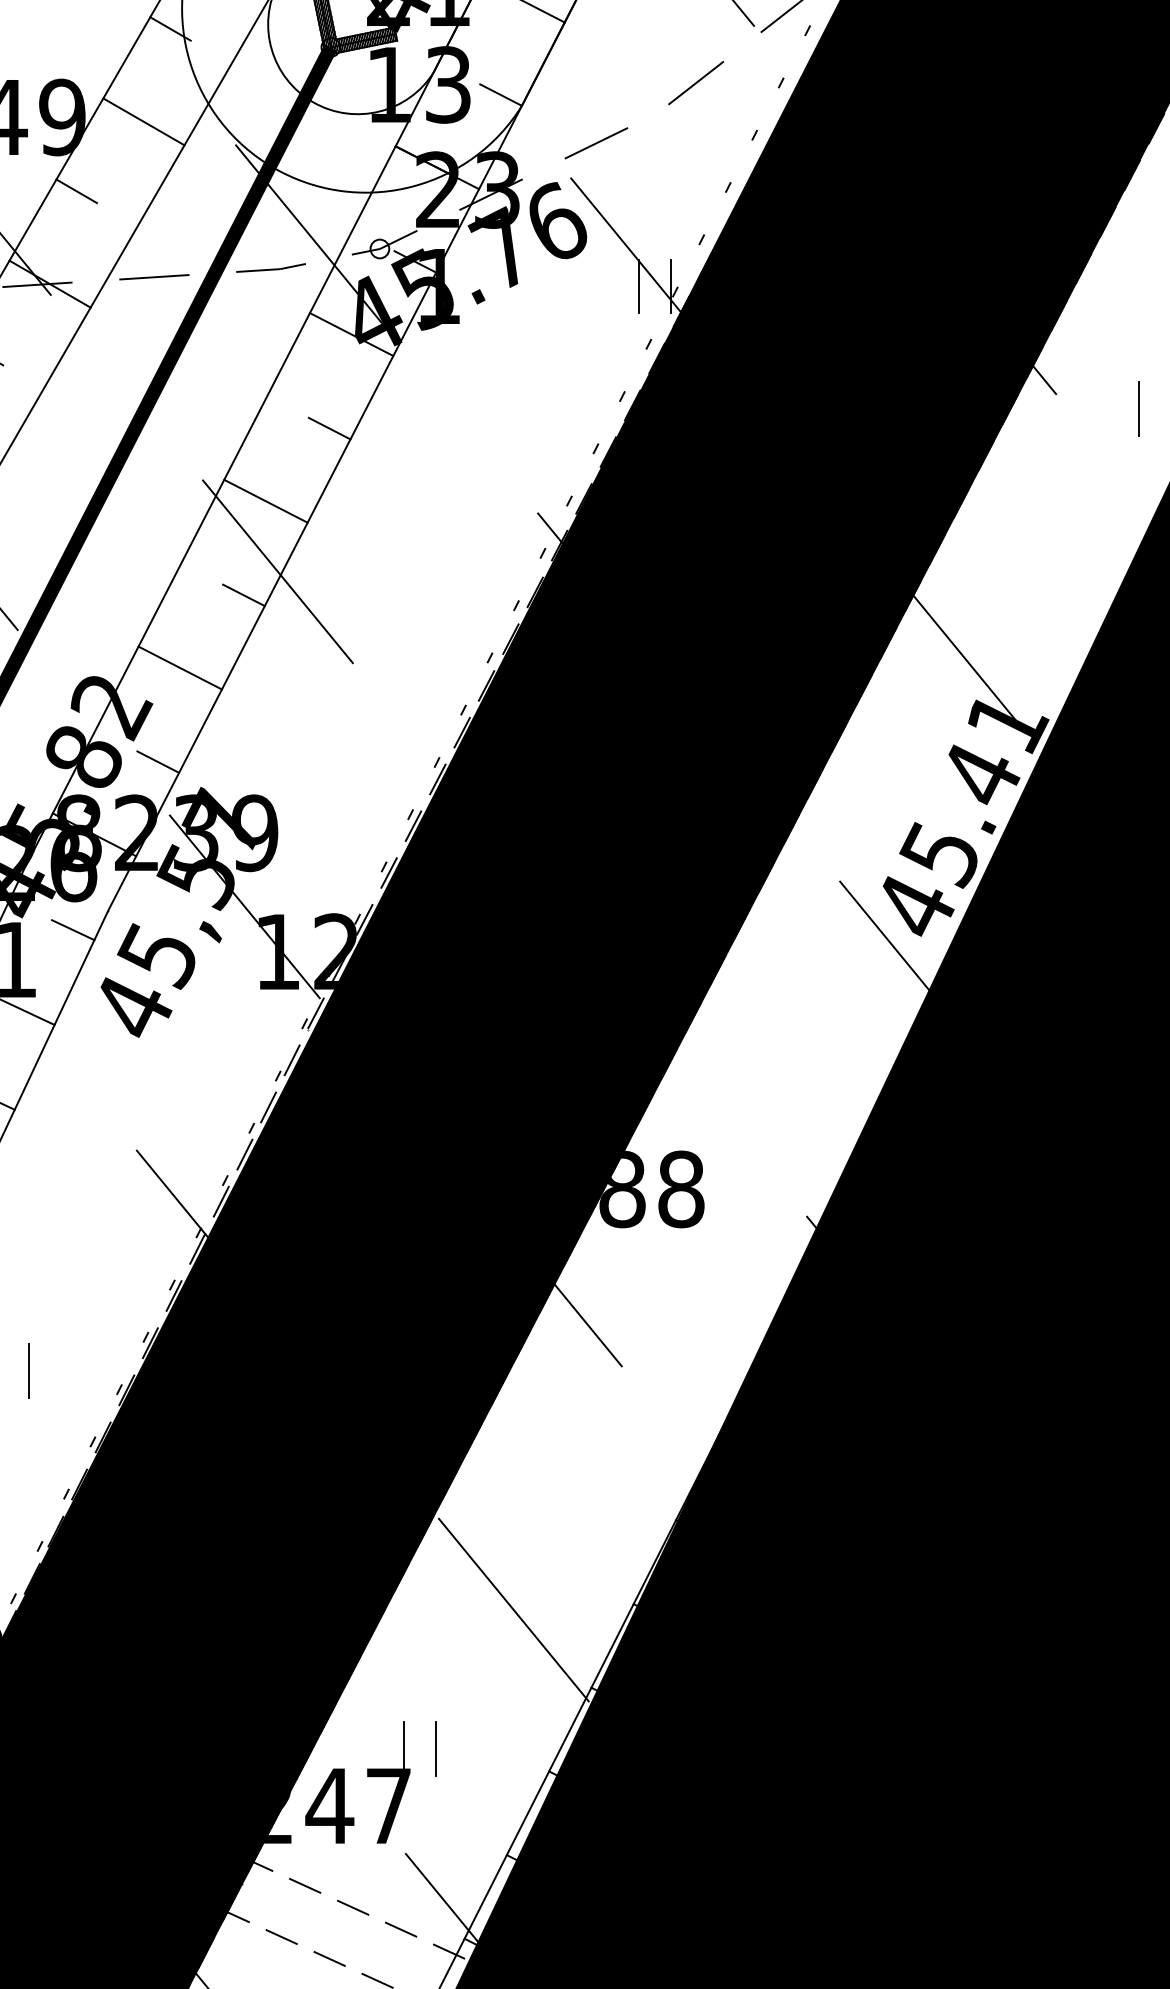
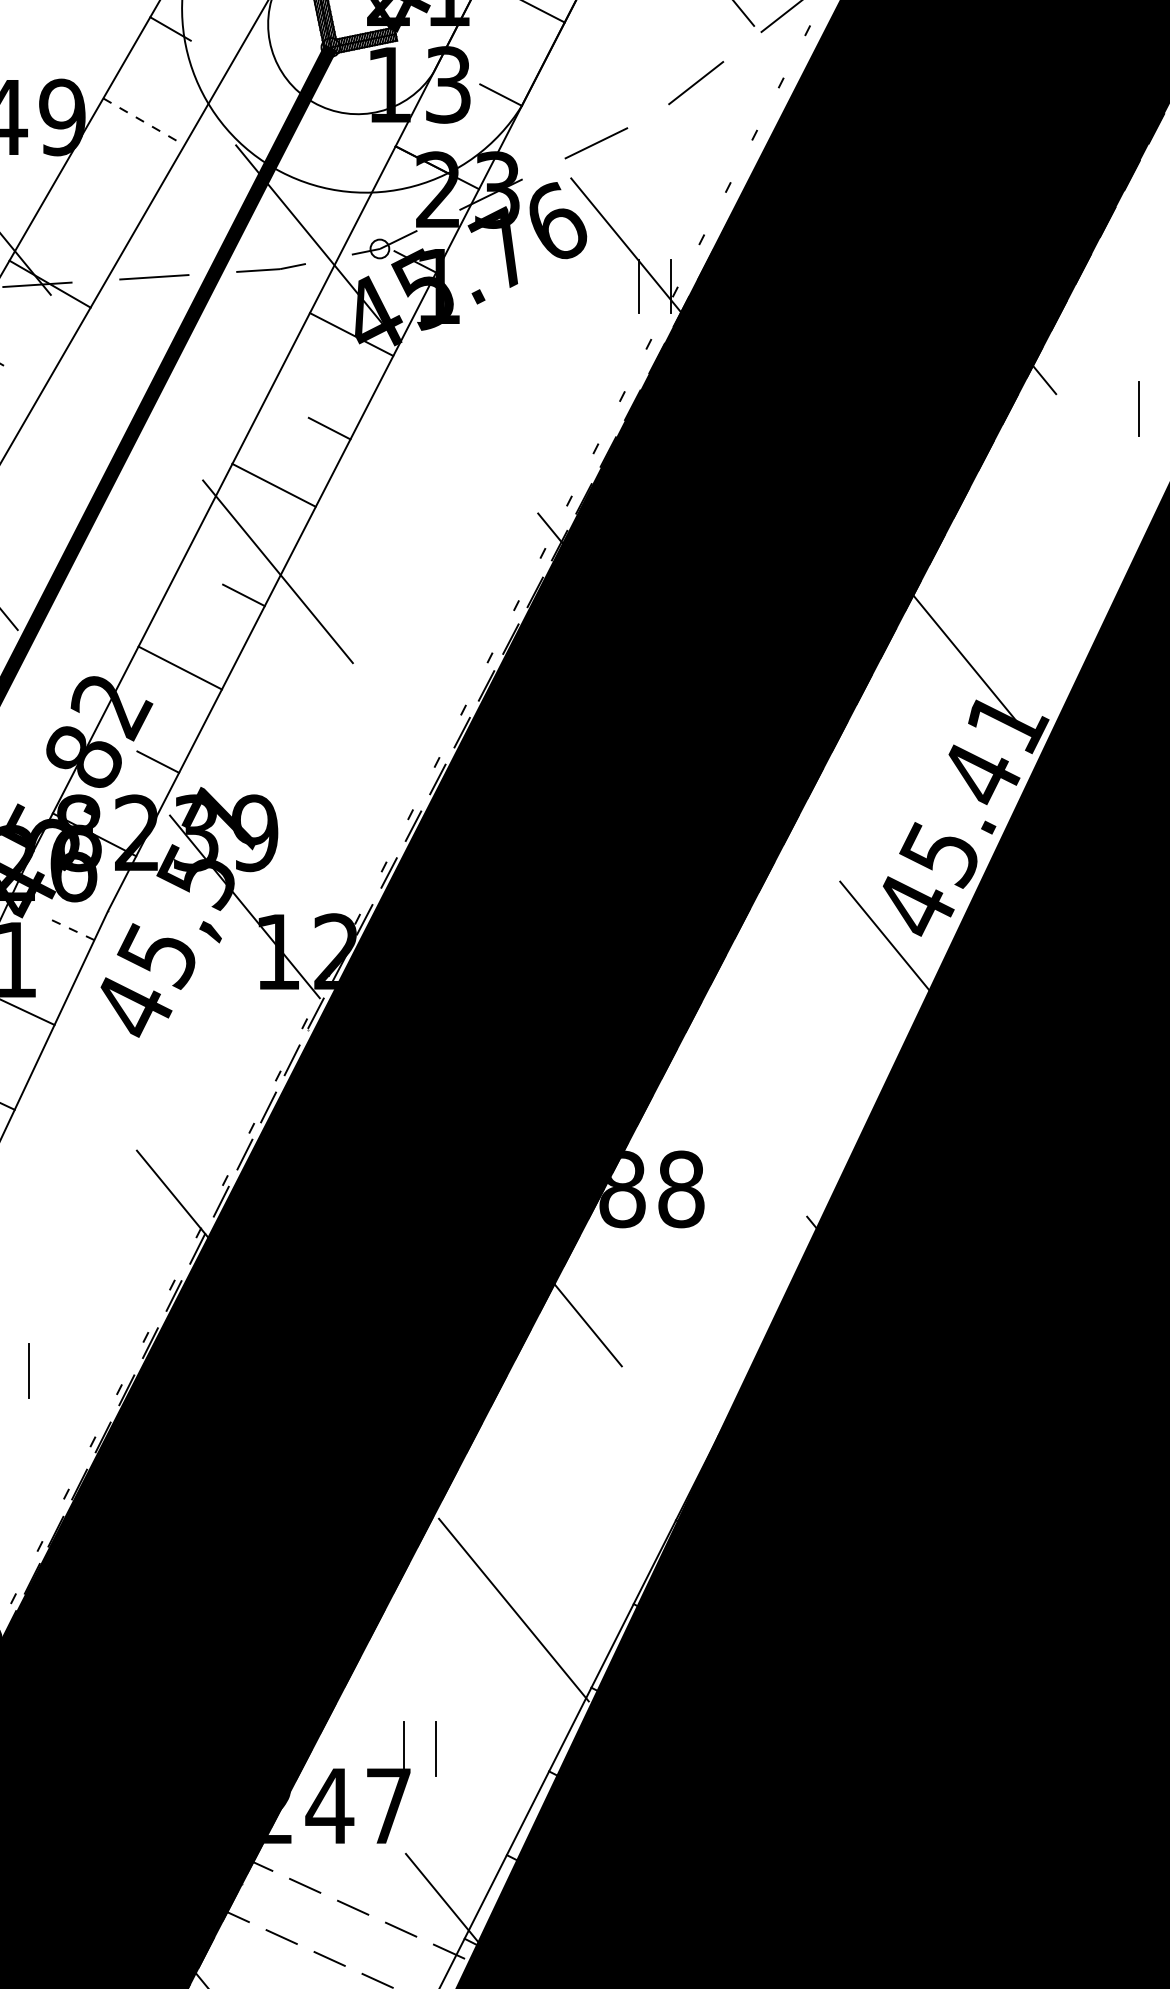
line at (143, 121): solid -> dashed
line at (76, 191): present -> none
line at (265, 500) position: (265, 500) -> (273, 484)
line at (72, 929): solid -> dashed
